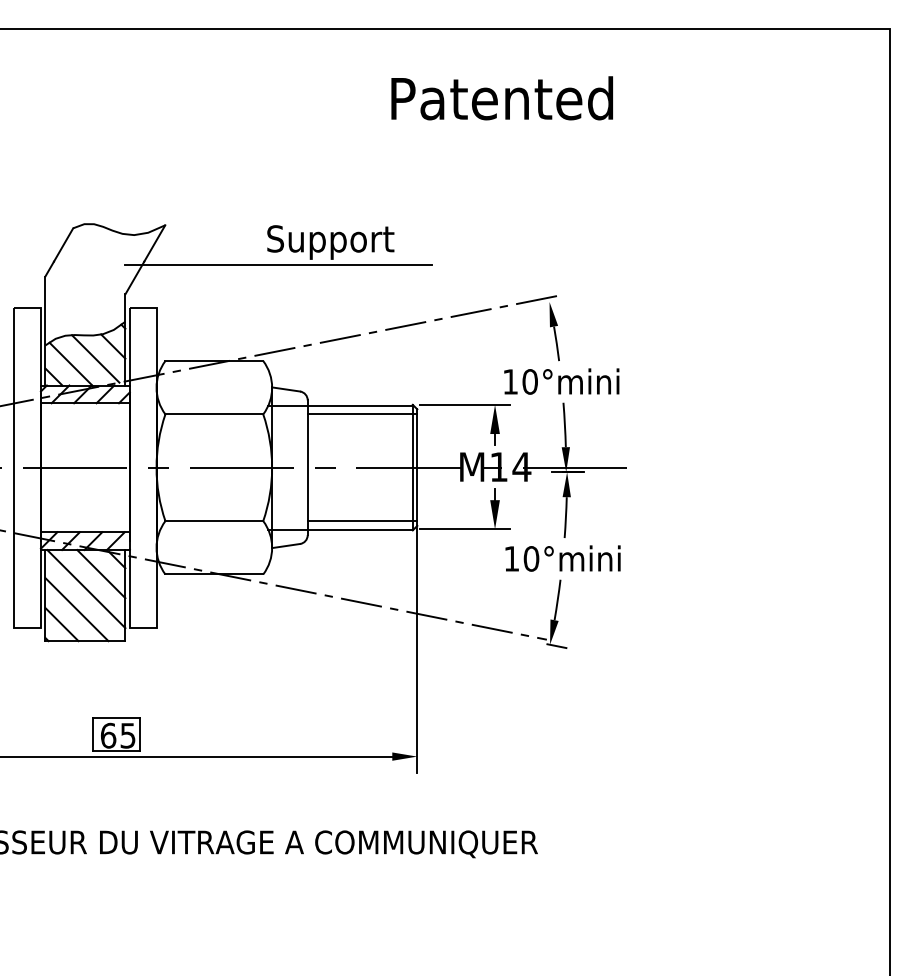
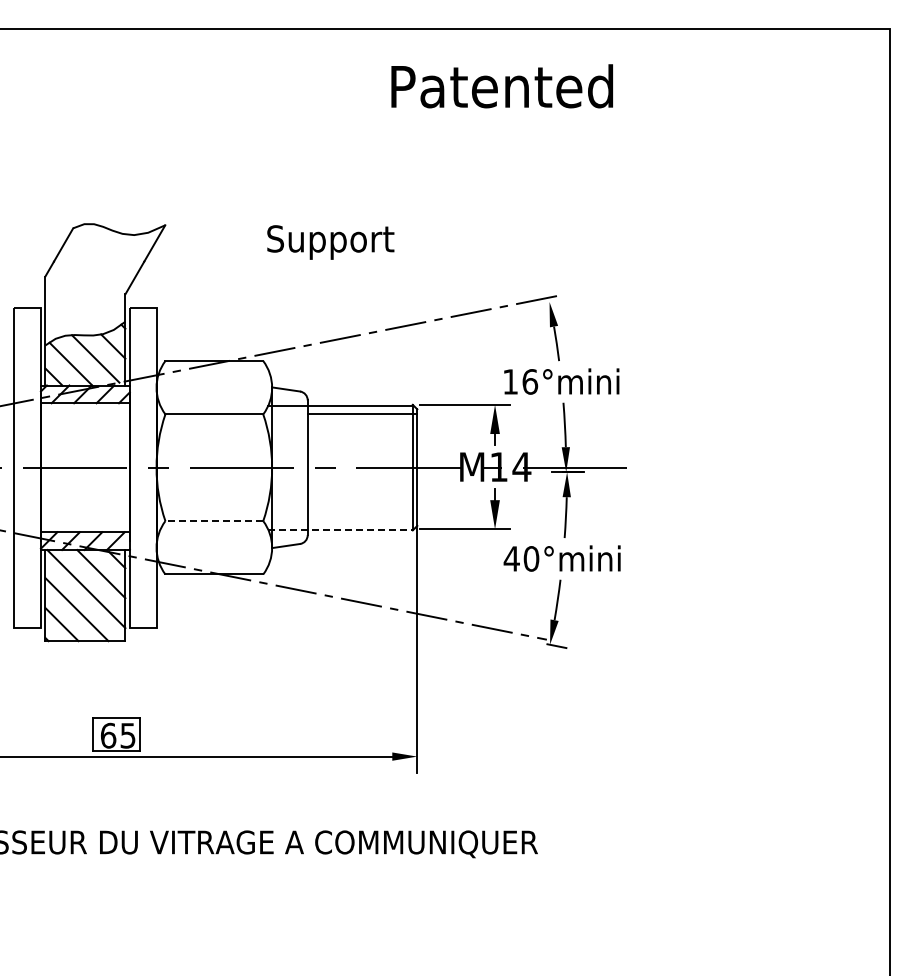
text at (501, 98) position: (501, 98) -> (501, 86)
line at (278, 264): present -> none
text at (530, 381): 10°mini -> 16°mini
line at (214, 521): solid -> dashed
line at (362, 521): present -> none
line at (341, 530): solid -> dashed
text at (511, 558): 10°mini -> 40°mini
